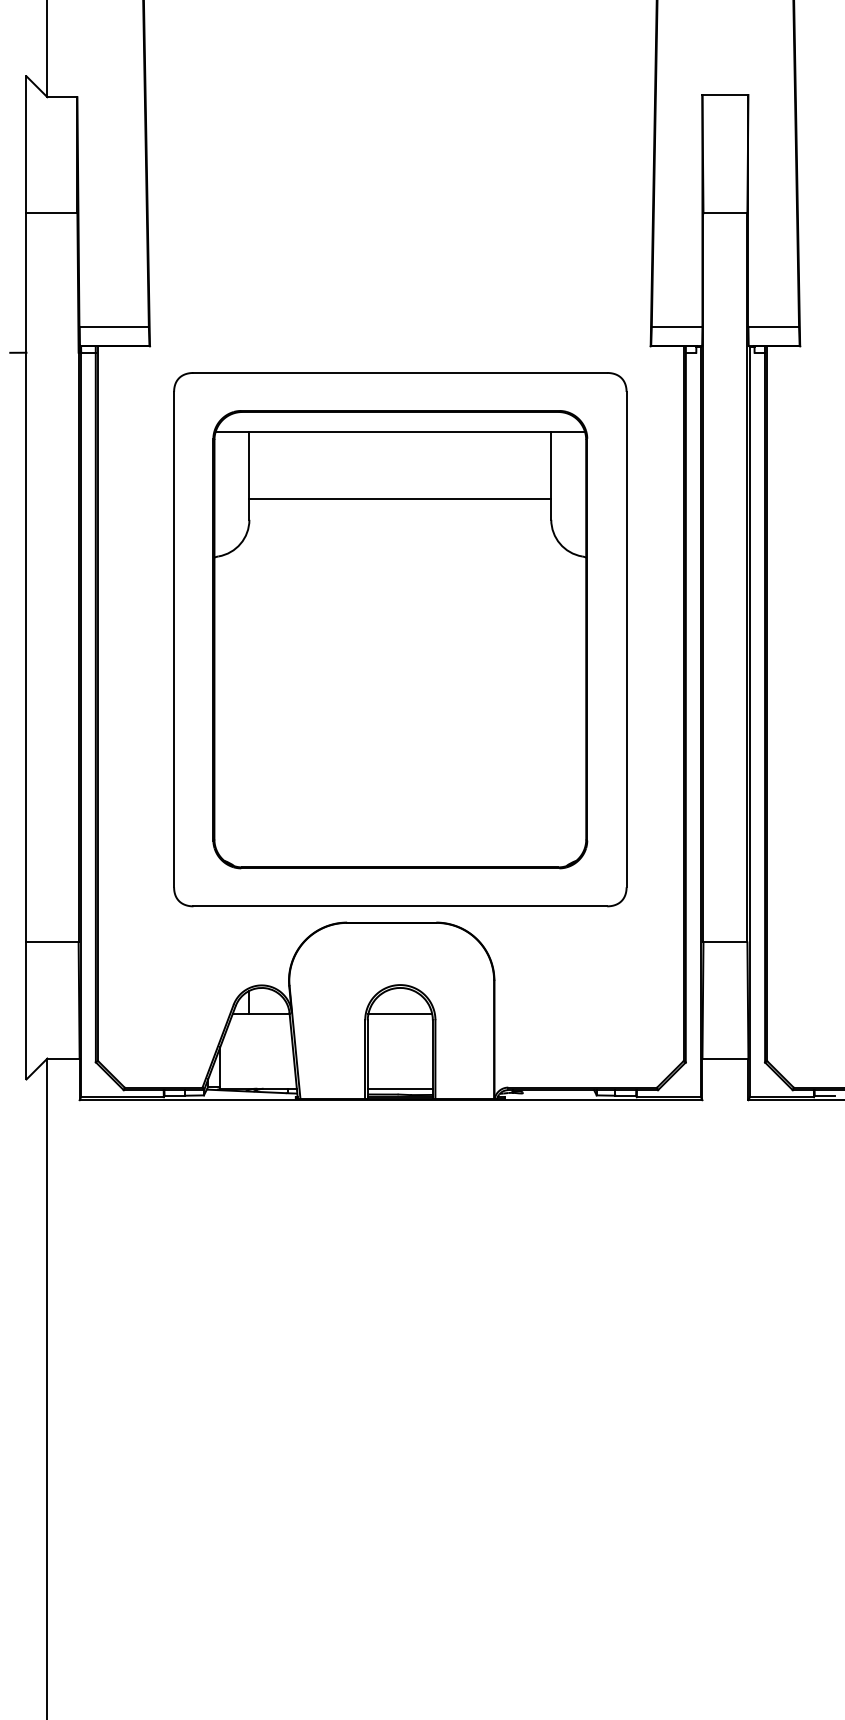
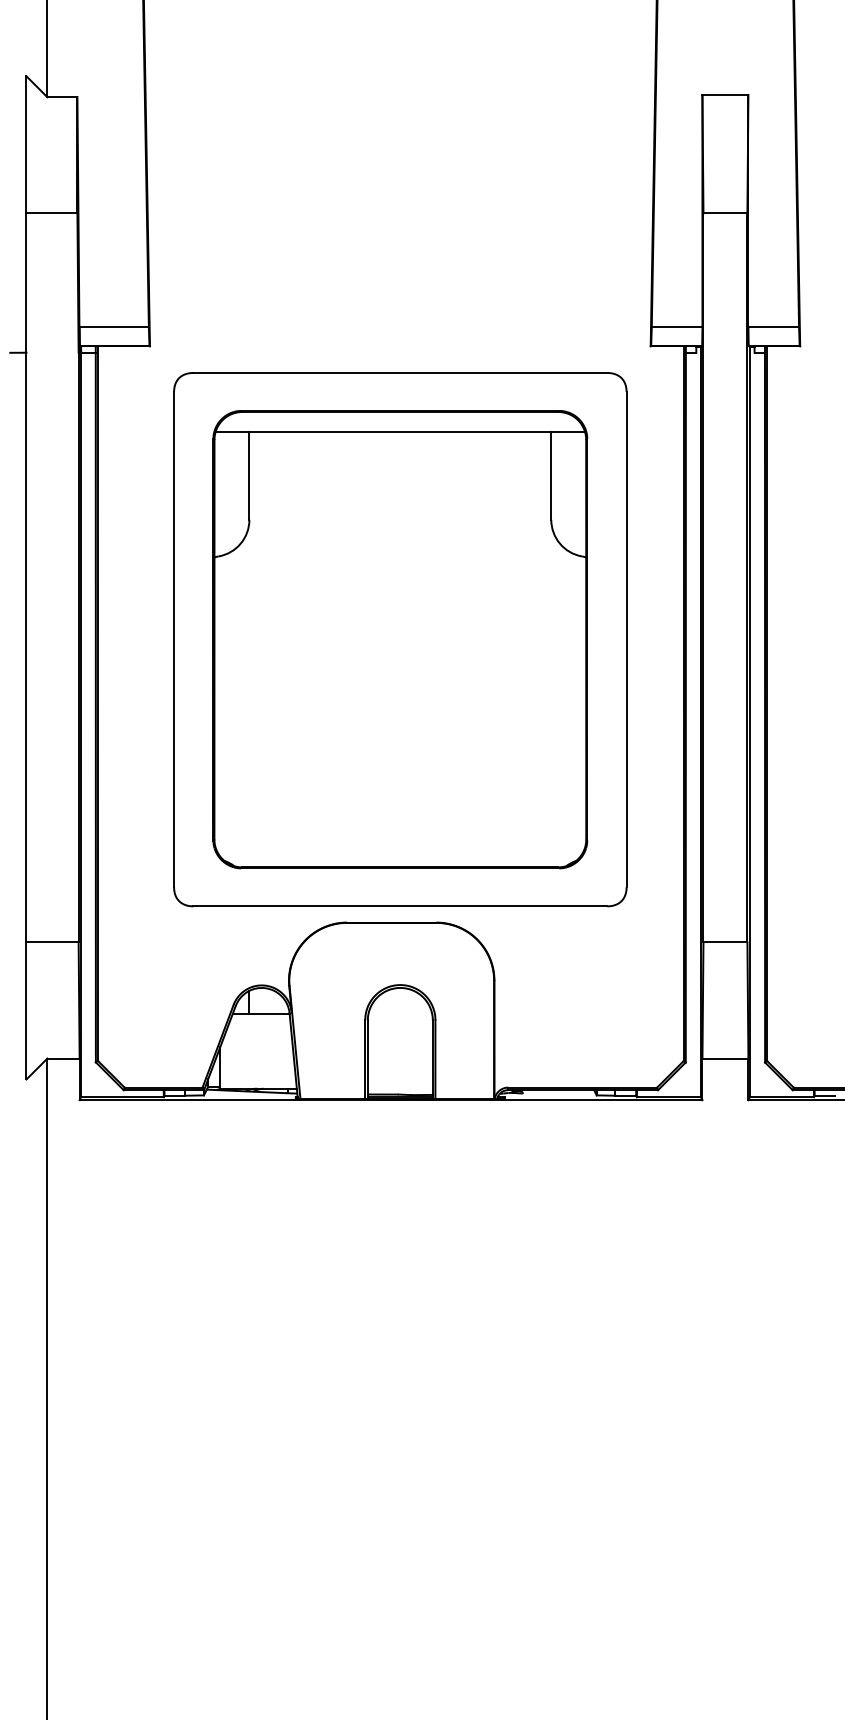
line at (400, 499): present -> none
line at (400, 1014): present -> none
line at (399, 1088): present -> none
